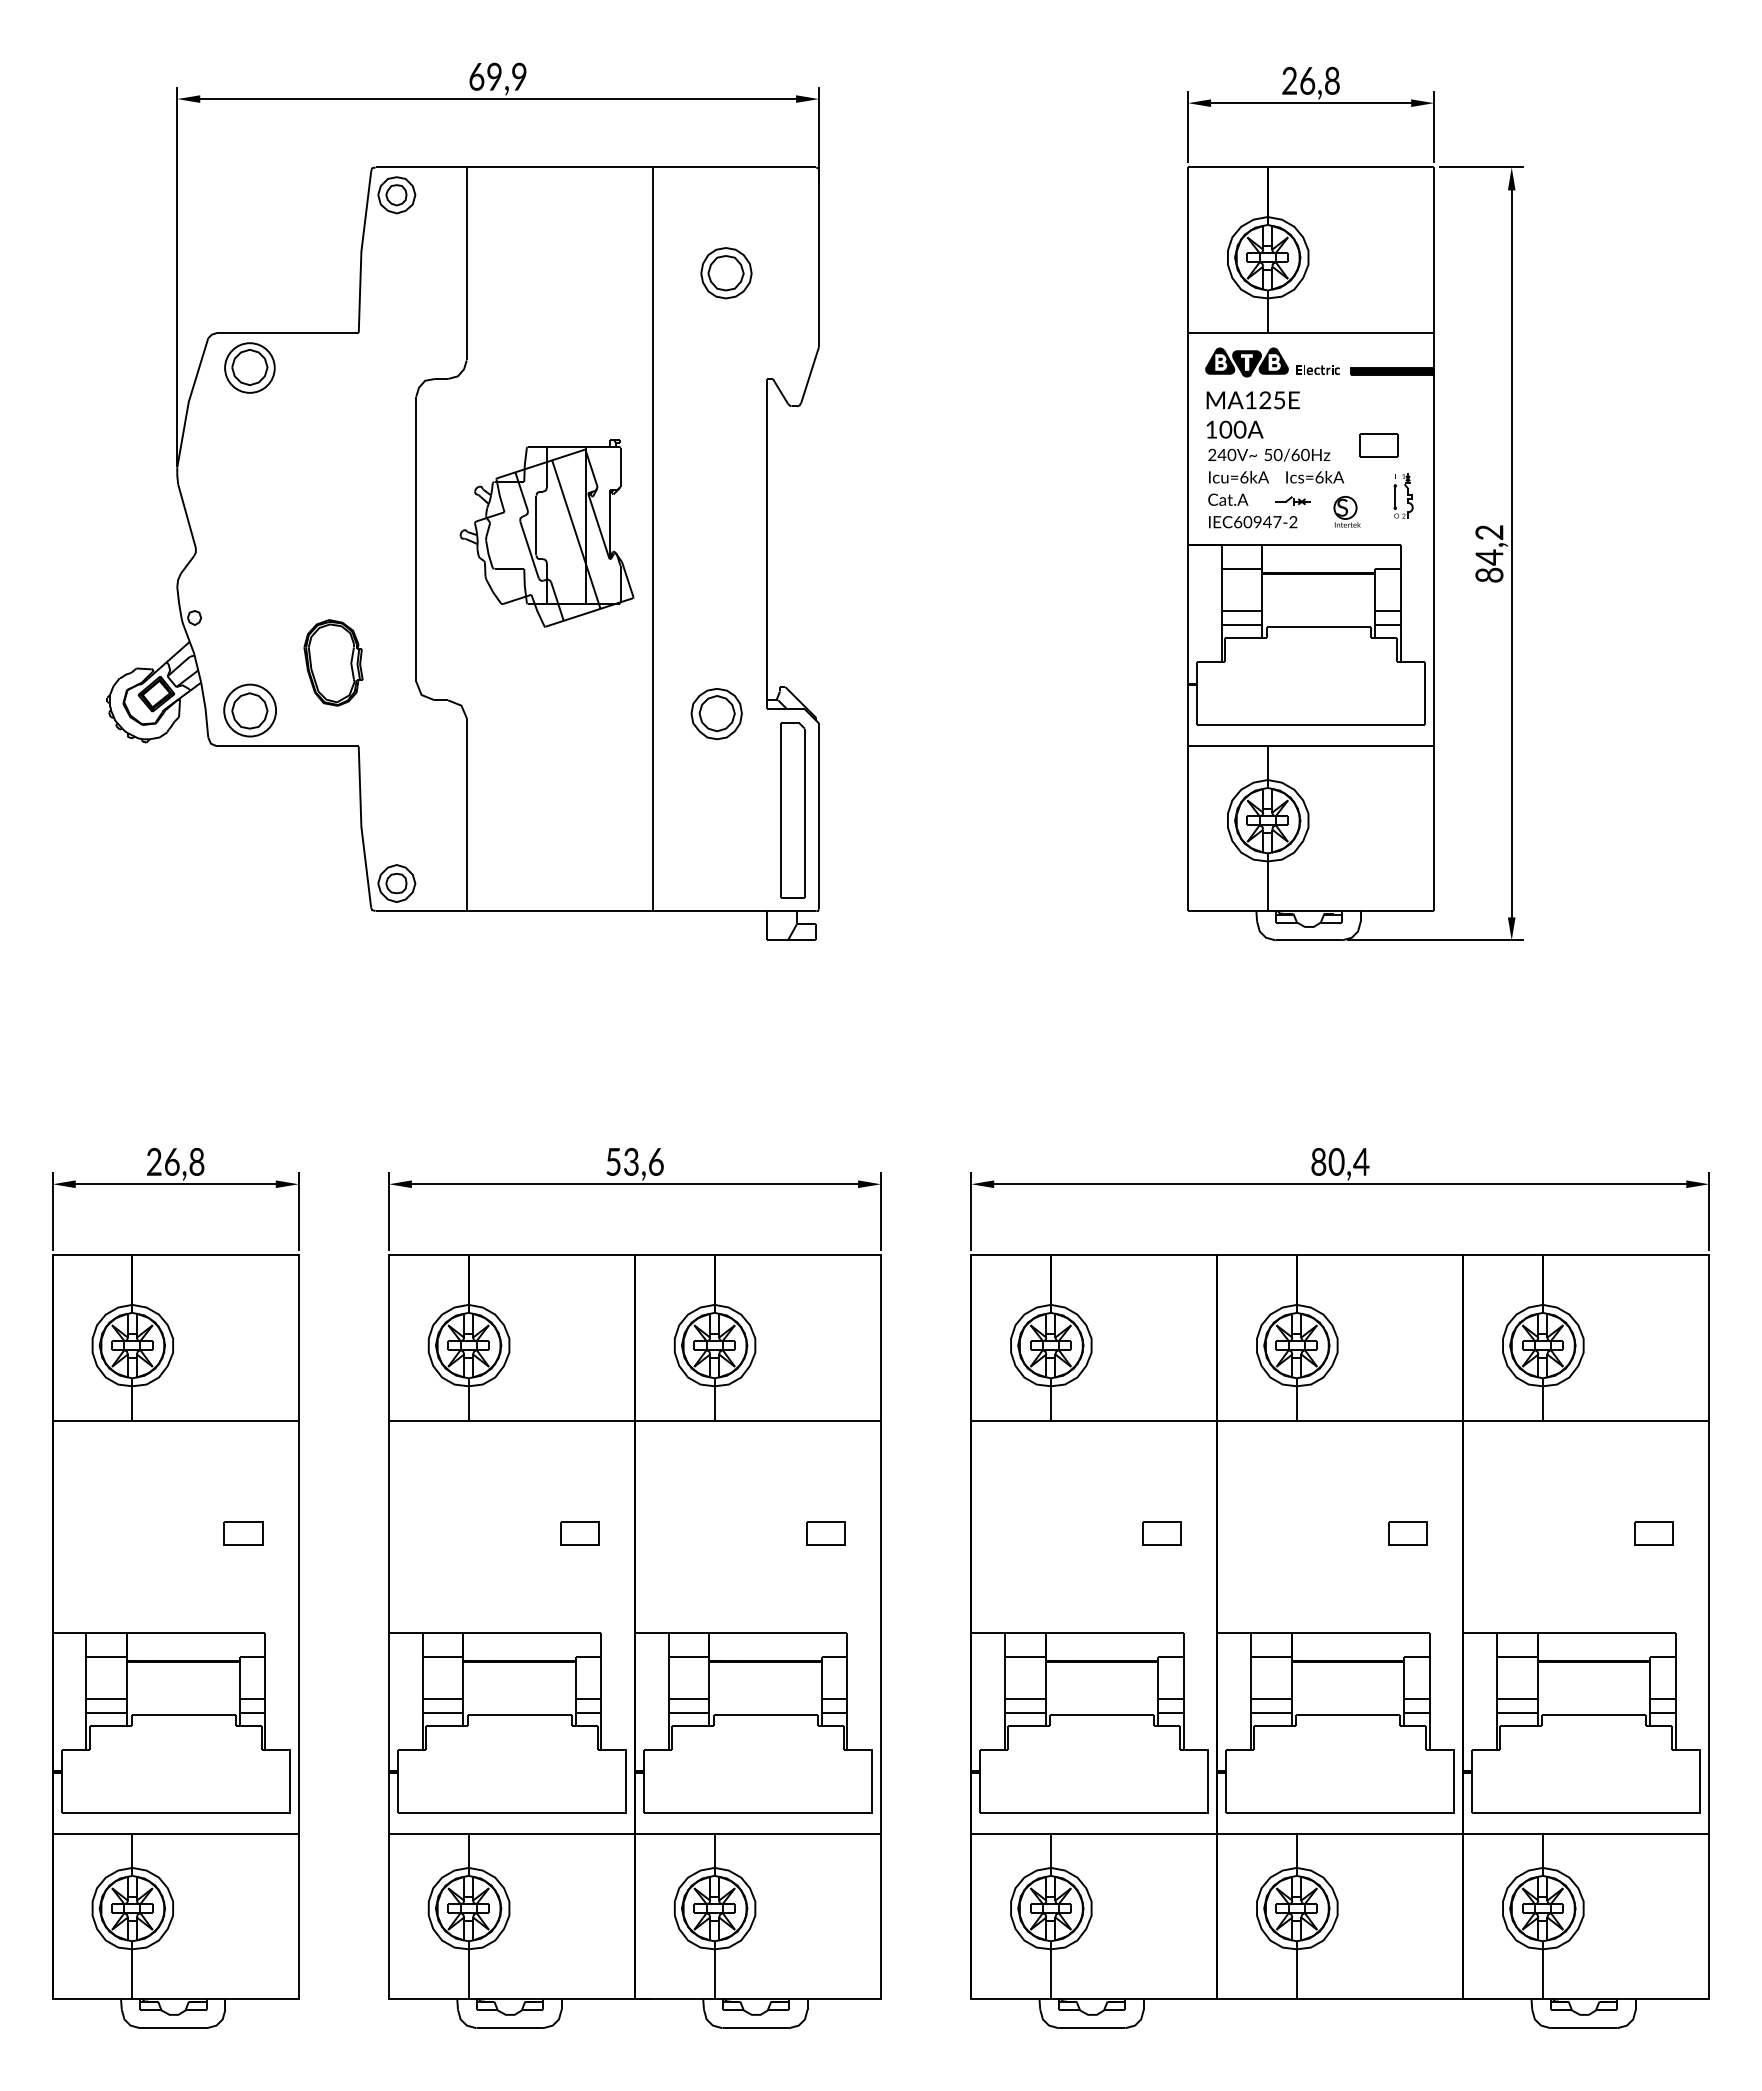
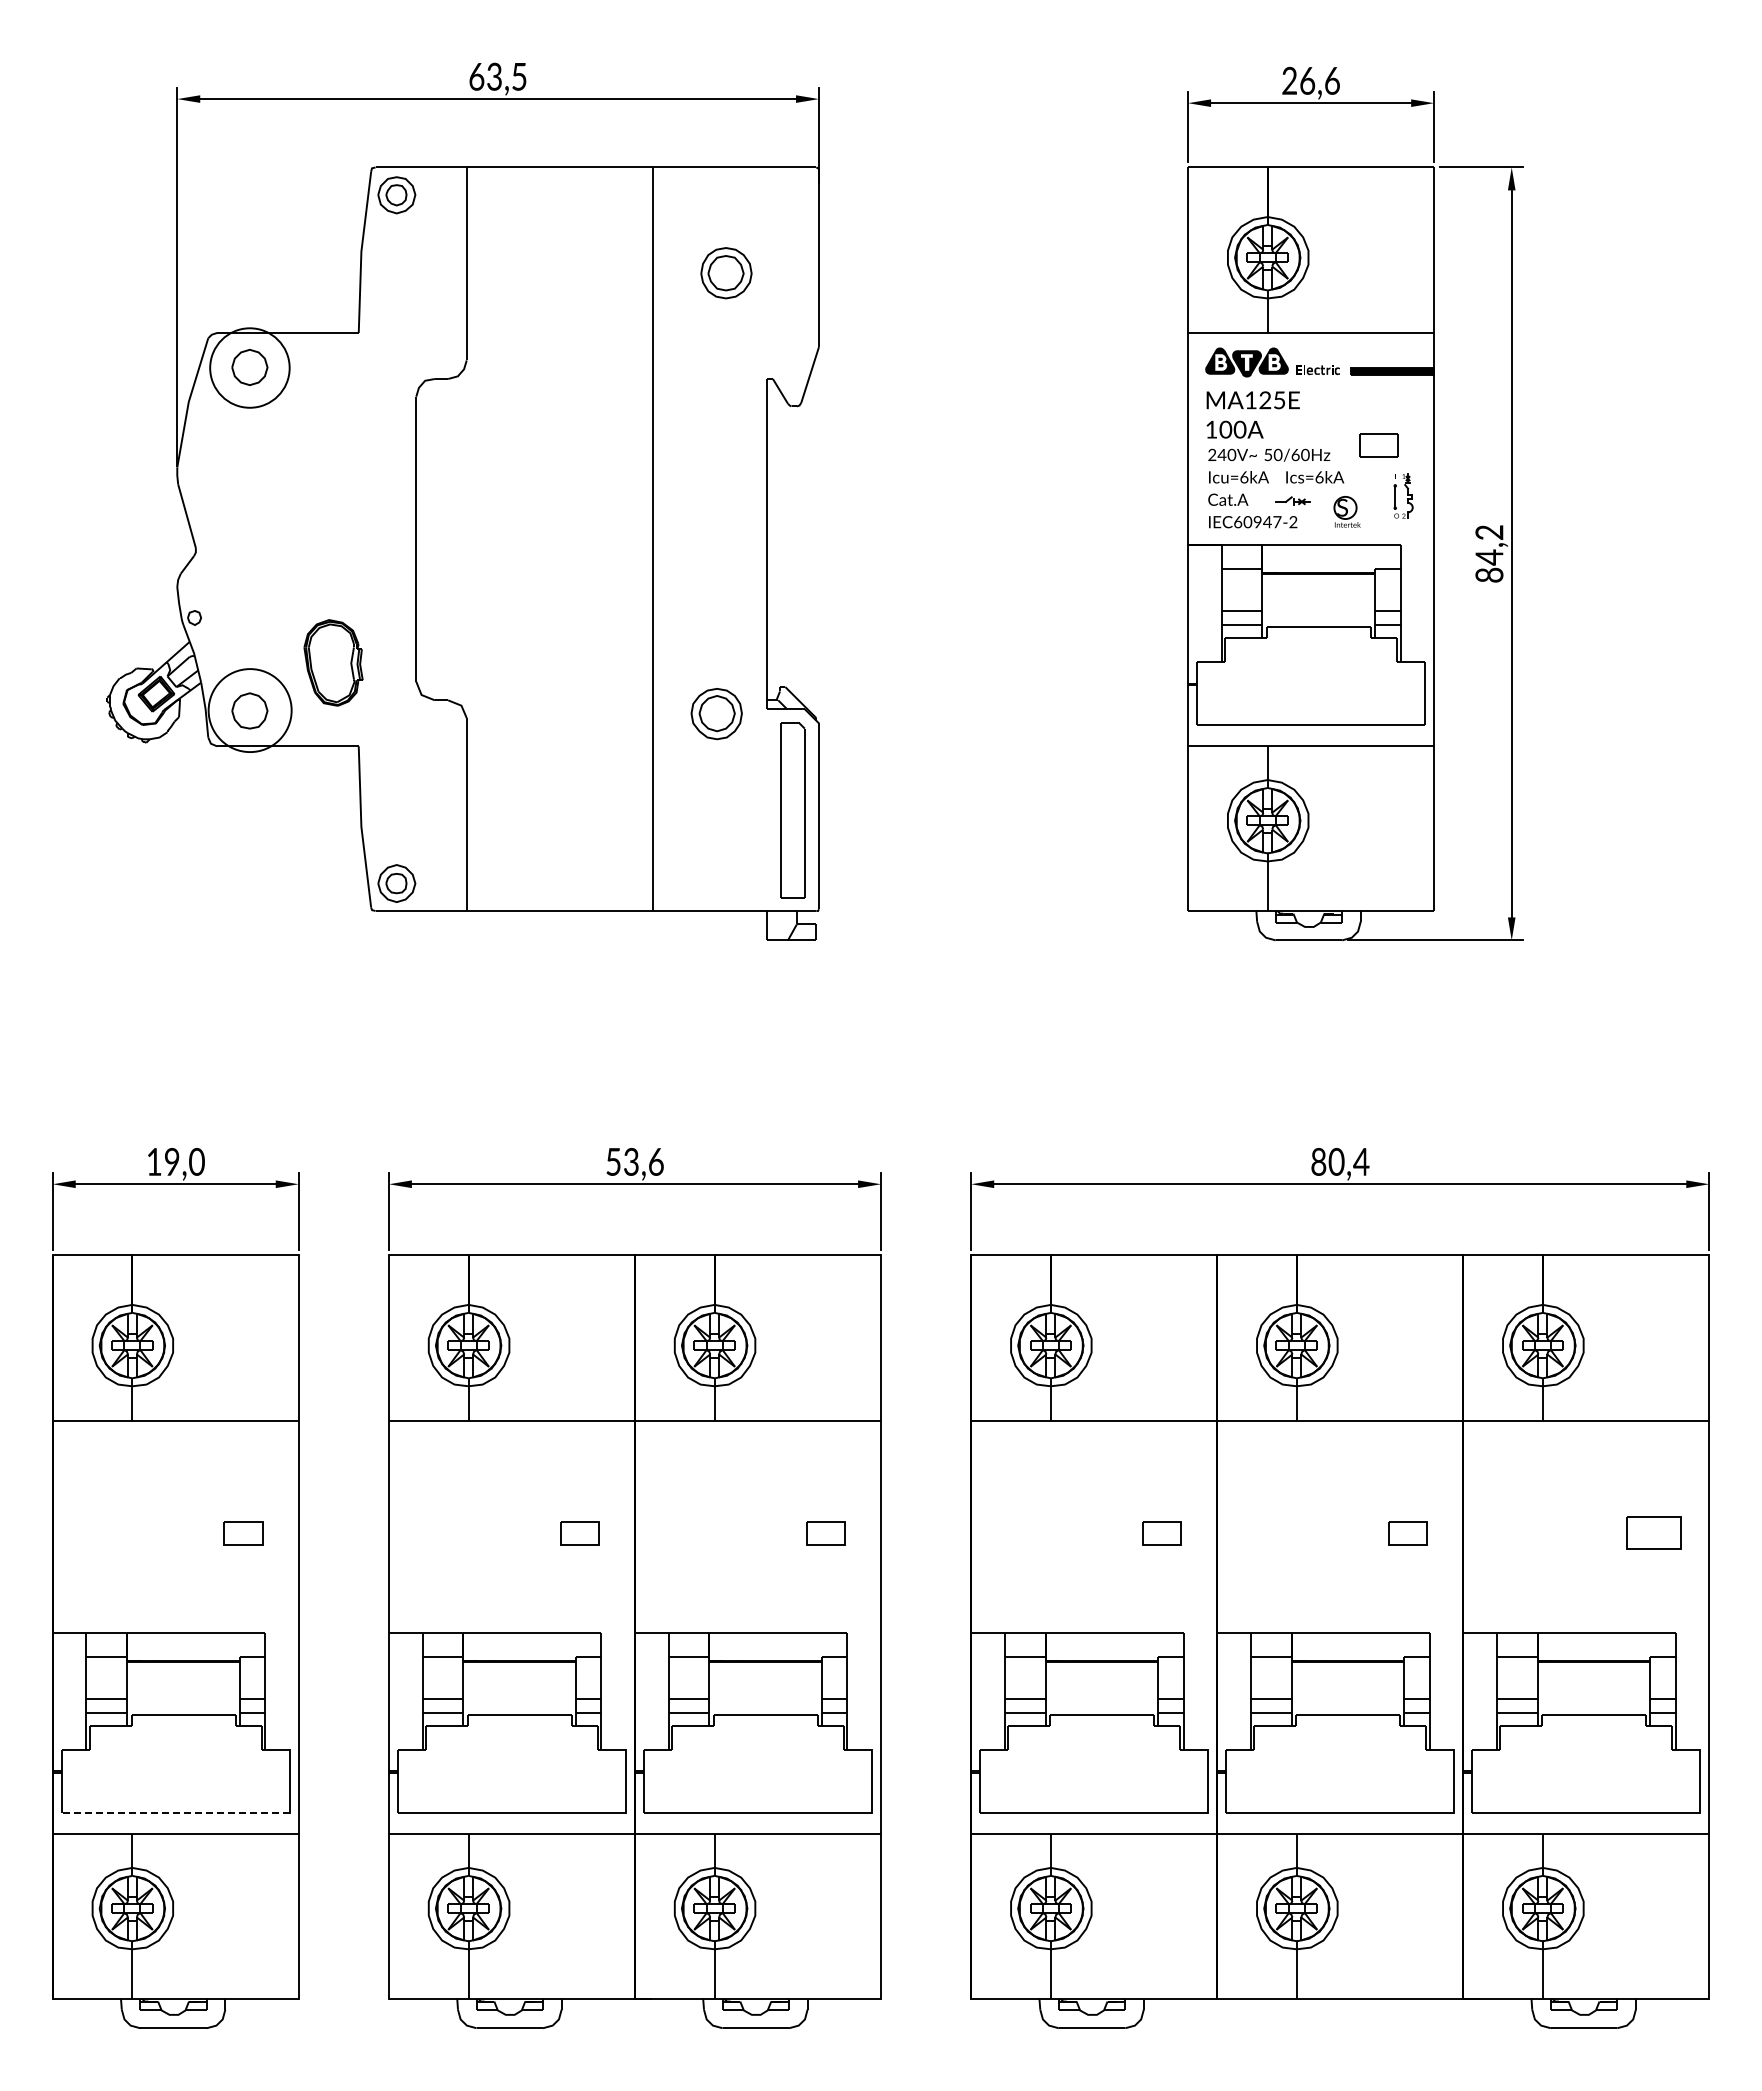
text at (506, 76): 69,9 -> 63,5
text at (1332, 80): 26,8 -> 26,6
circle at (249, 367) diameter: 50 px -> 79 px
part at (546, 533): present -> none
circle at (250, 710) diameter: 52 px -> 83 px
text at (175, 1161): 26,8 -> 19,0
part at (1653, 1533) size: 40x25 px -> 56x34 px
line at (175, 1812): solid -> dashed
